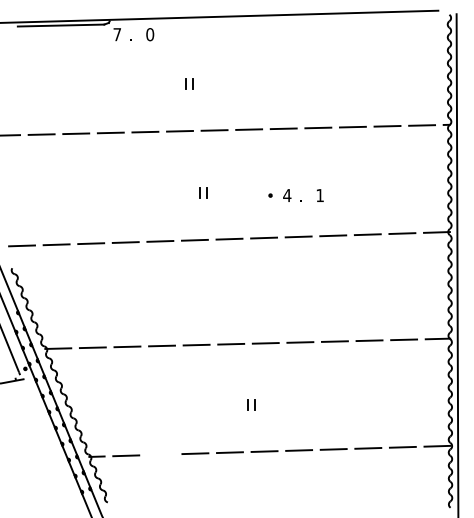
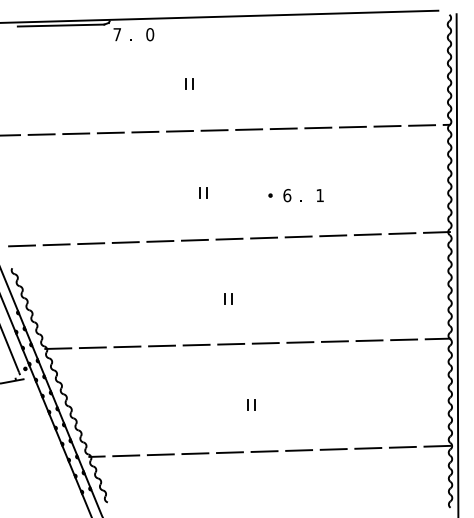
text at (287, 195): 4 -> 6
part at (228, 298): none -> present
line at (160, 454): none -> present
